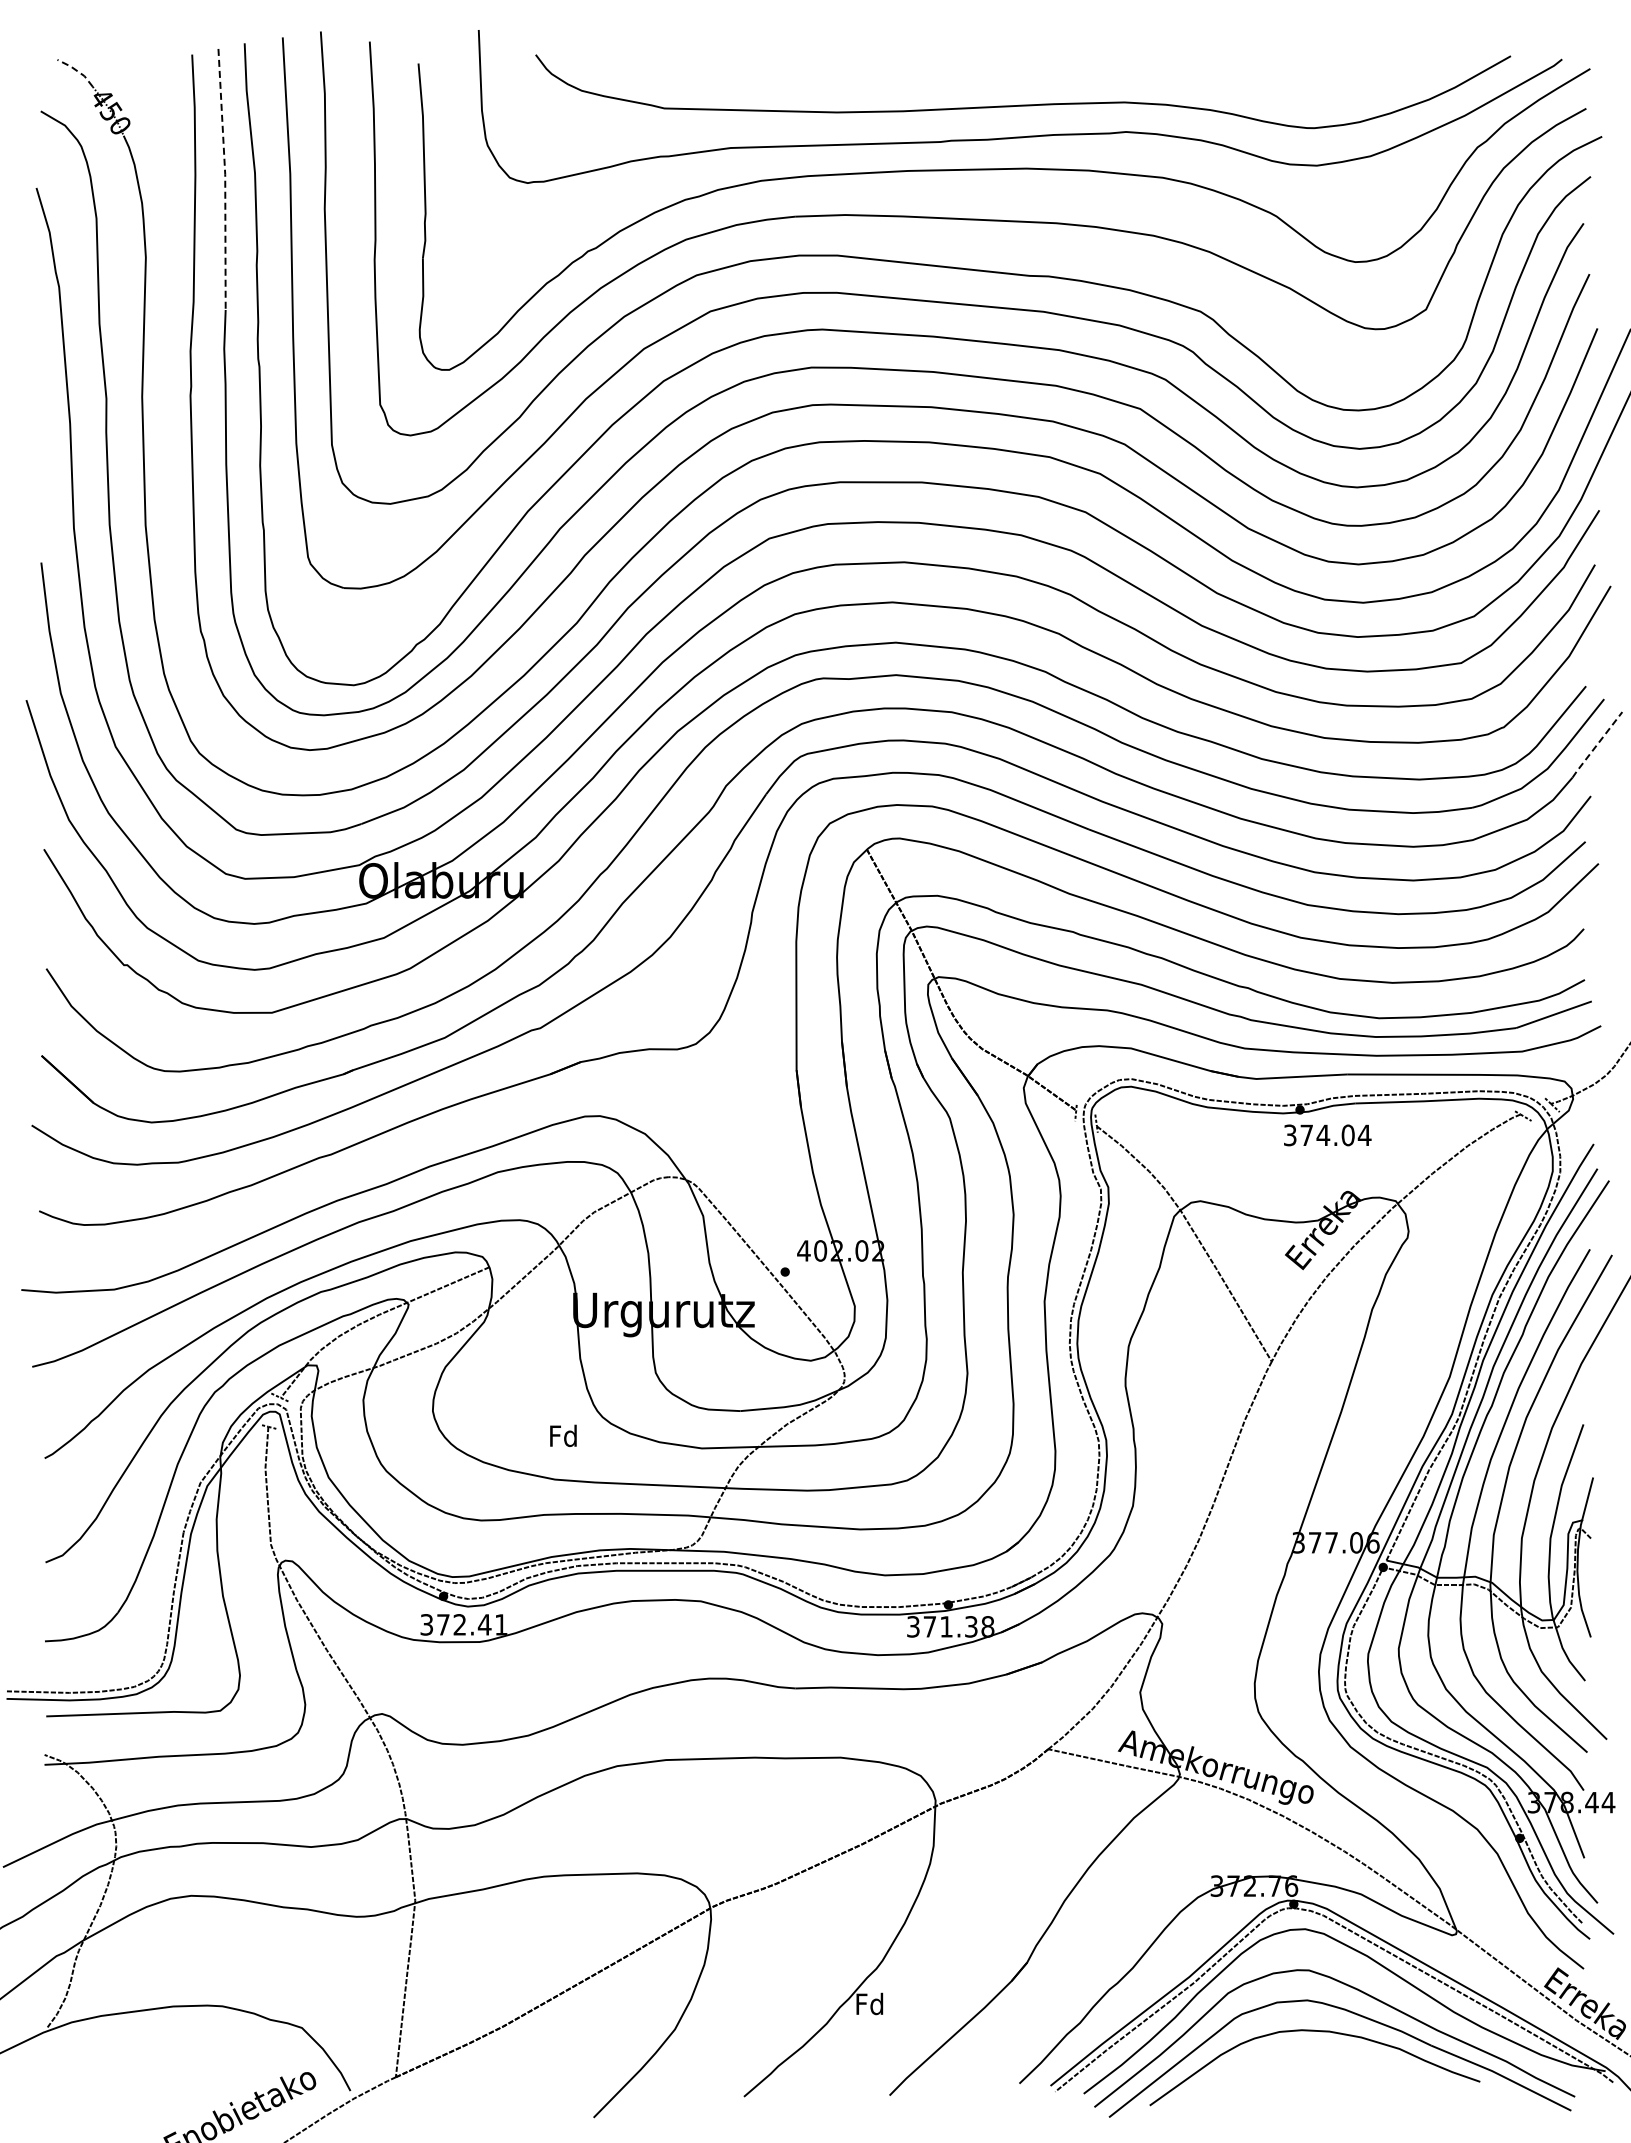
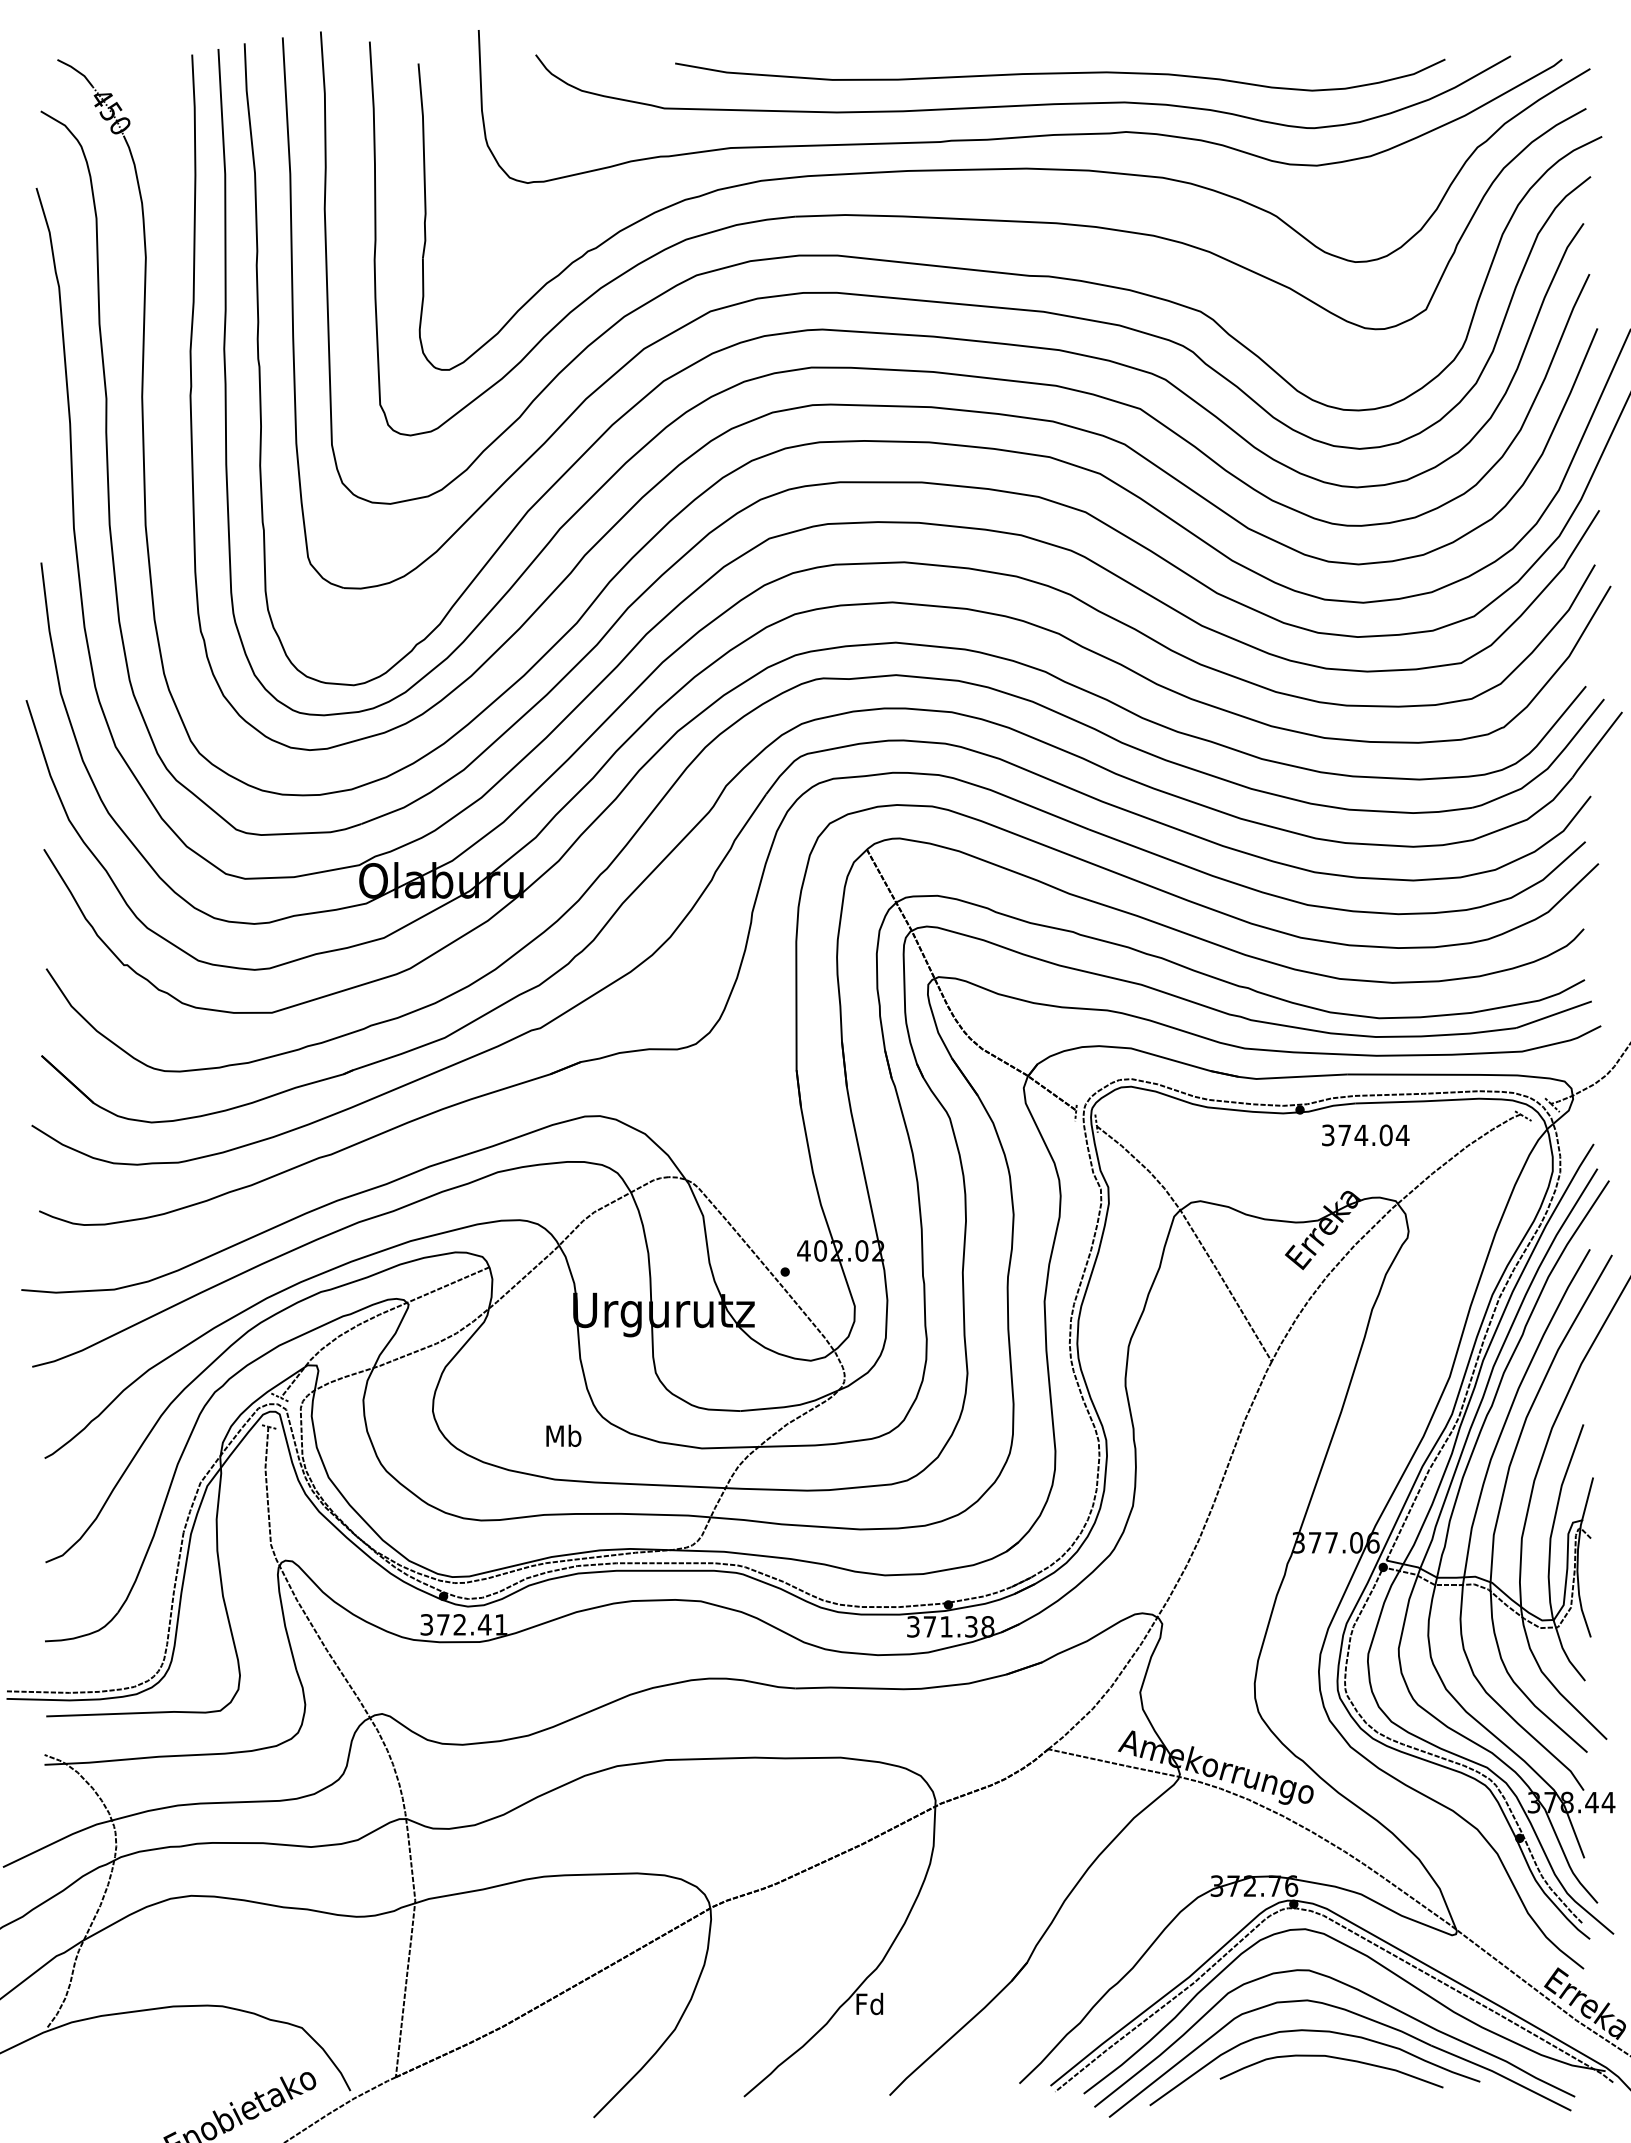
line at (76, 70): dashed -> solid
curve at (1060, 74): none -> present
line at (225, 179): dashed -> solid
line at (1596, 745): dashed -> solid
text at (1327, 1135) position: (1327, 1135) -> (1365, 1135)
text at (563, 1435): Fd -> Mb
curve at (1332, 2058): none -> present
